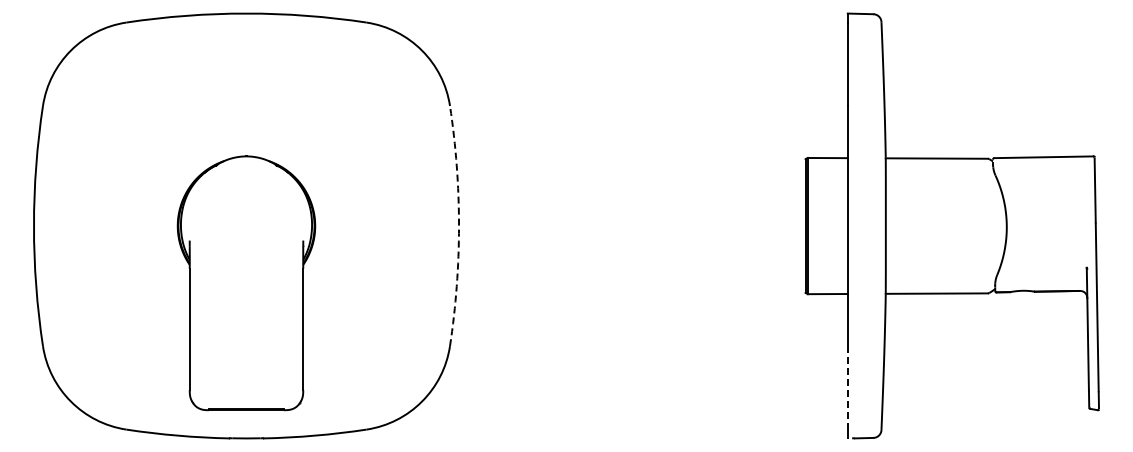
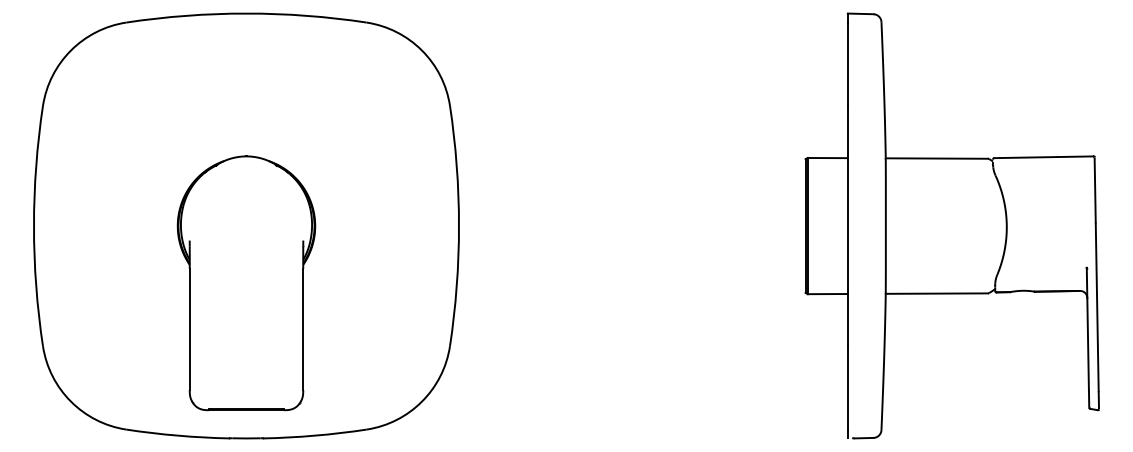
arc at (459, 226): dashed -> solid
line at (847, 387): dashed -> solid
